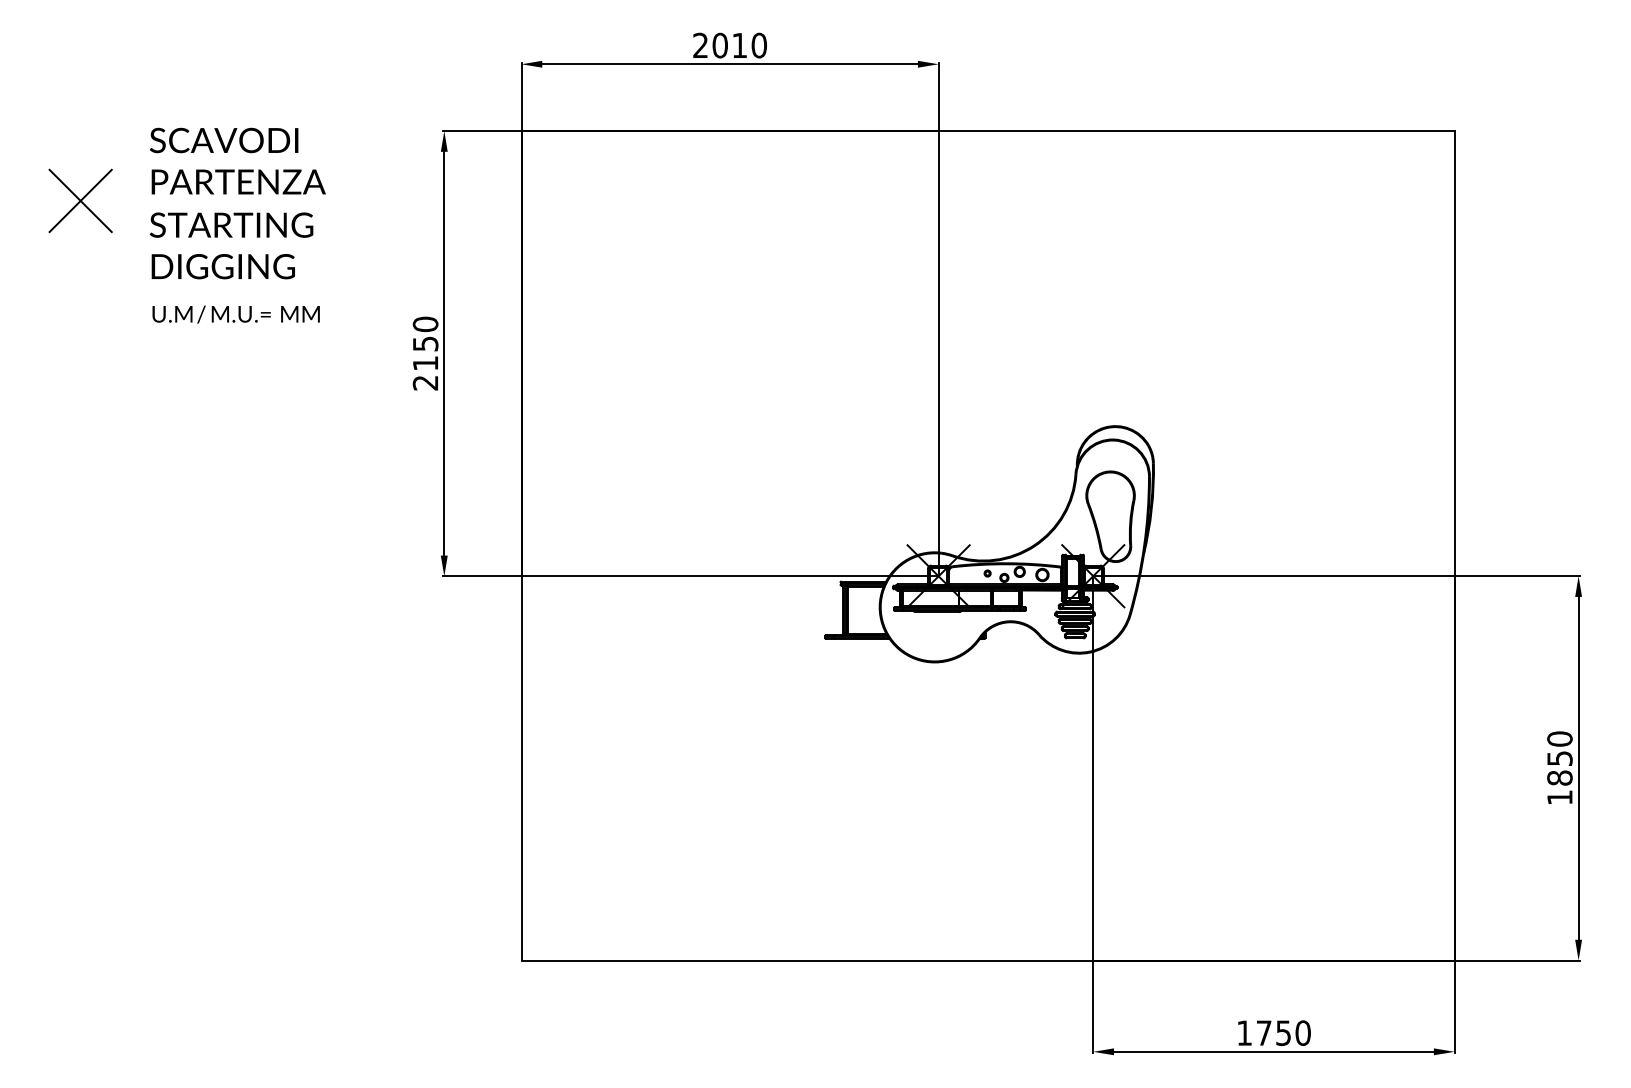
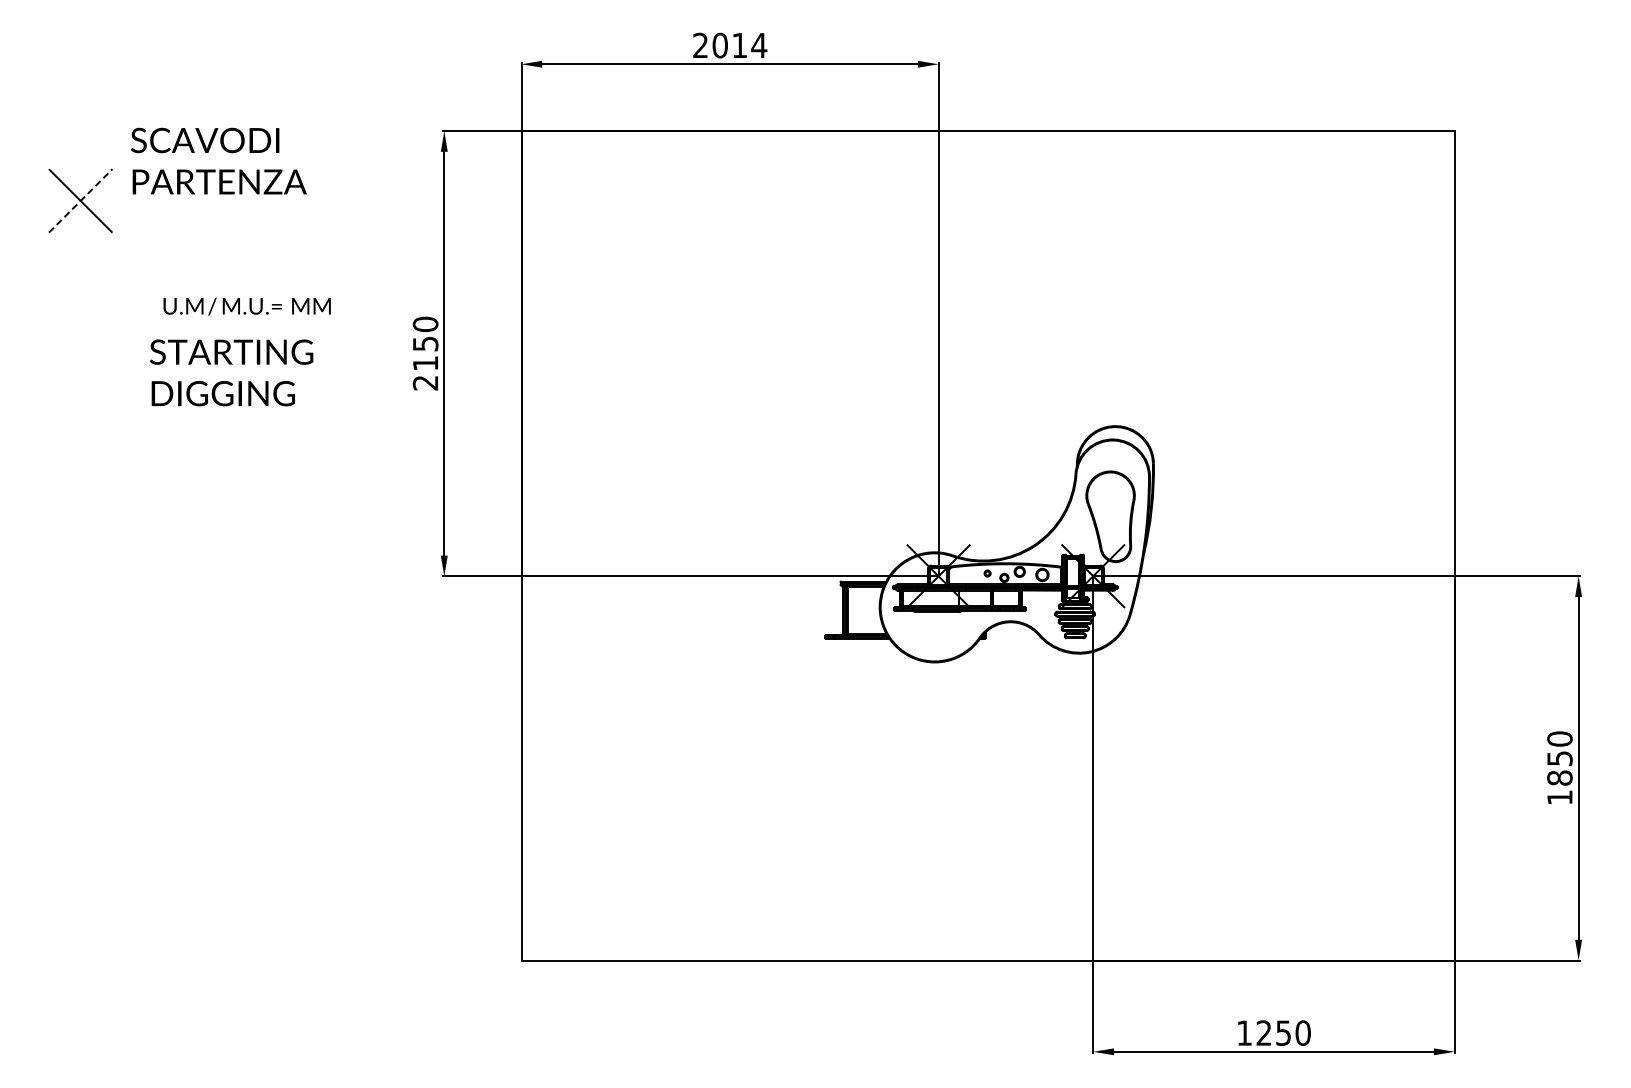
text at (759, 45): 2010 -> 2014
text at (237, 160) position: (237, 160) -> (218, 160)
line at (80, 200): solid -> dashed
text at (231, 245) position: (231, 245) -> (231, 372)
text at (235, 314) position: (235, 314) -> (246, 306)
text at (1263, 1032): 1750 -> 1250
